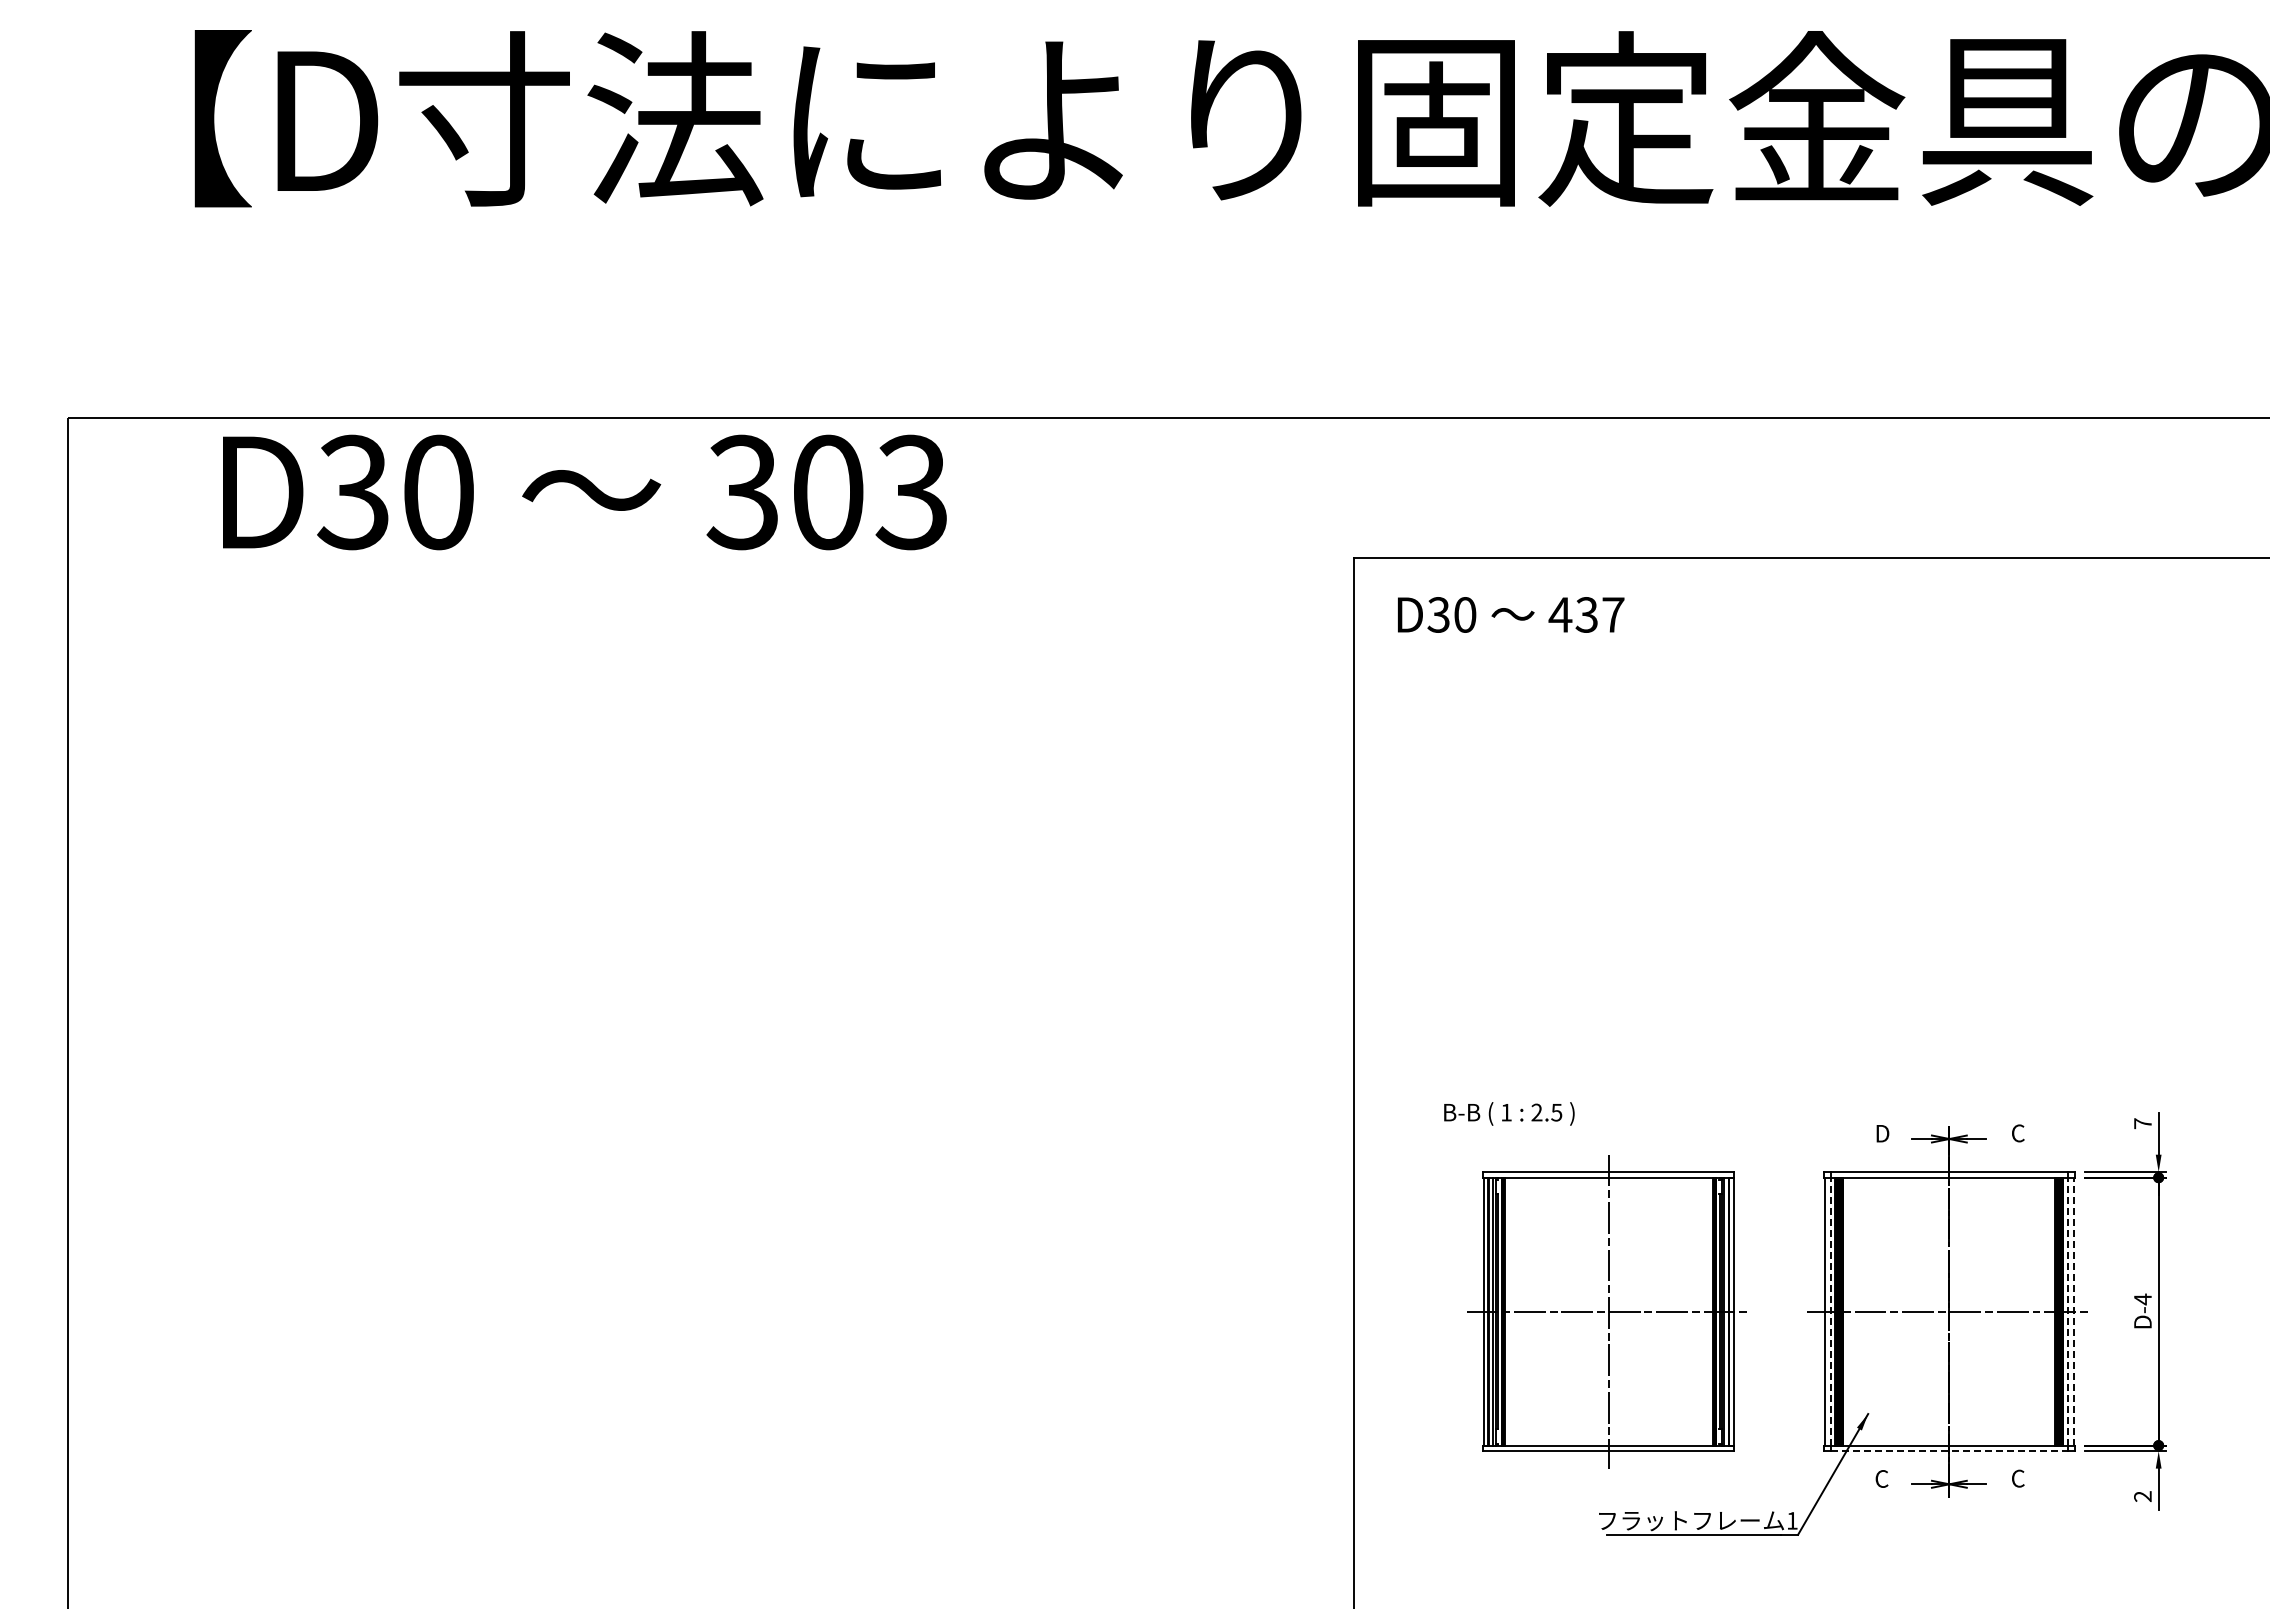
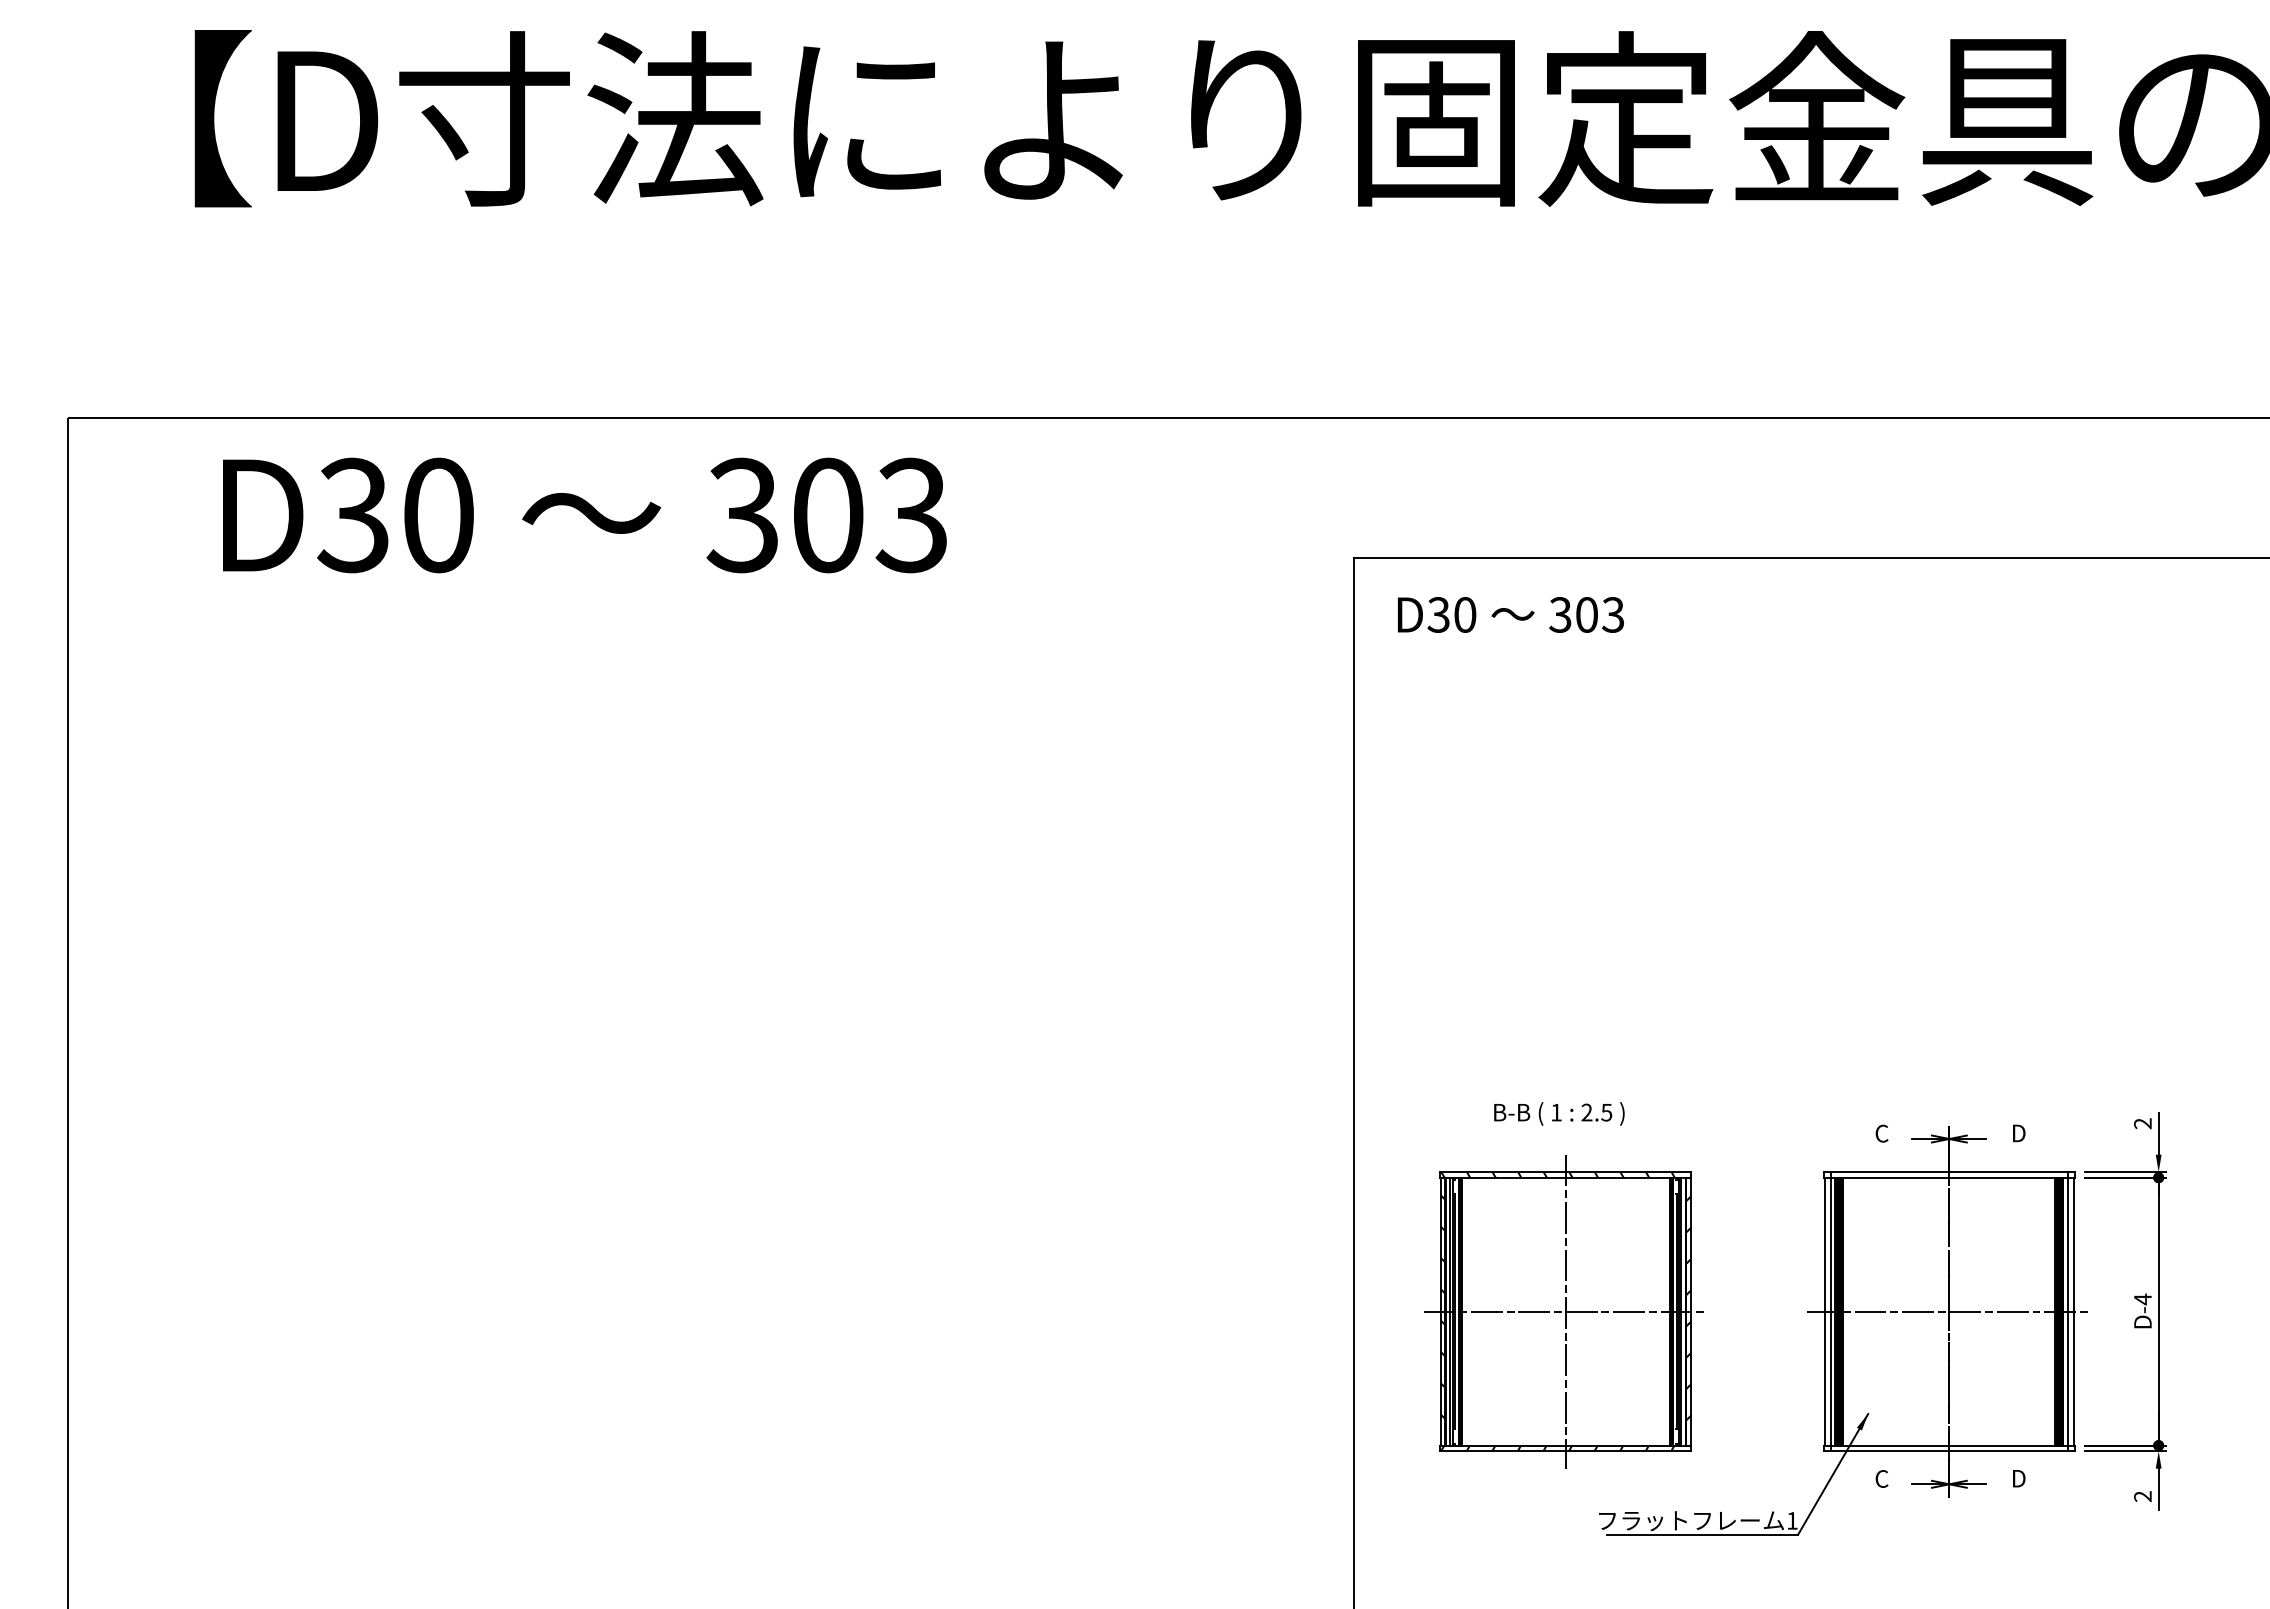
text at (584, 492) position: (584, 492) -> (584, 515)
text at (1586, 614): 437 -> 303
text at (1509, 1113) position: (1509, 1113) -> (1559, 1113)
text at (2142, 1123): 7 -> 2
text at (1882, 1133): D -> C
text at (2018, 1133): C -> D
part at (1606, 1311) position: (1606, 1311) -> (1563, 1311)
line at (1830, 1311): dashed -> solid
line at (2067, 1311): dashed -> solid
line at (2074, 1311): dashed -> solid
line at (1949, 1451): dashed -> solid
text at (2018, 1478): C -> D
